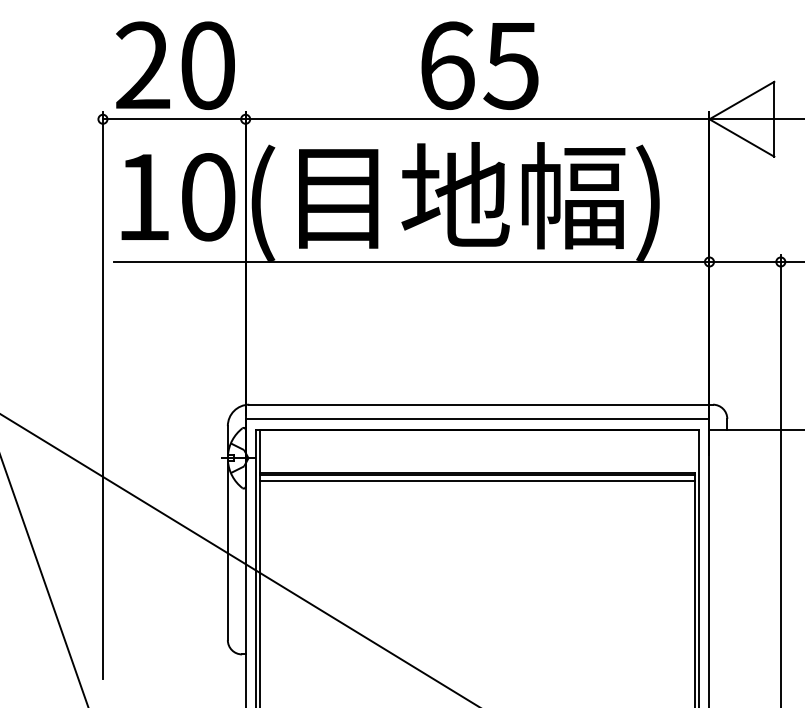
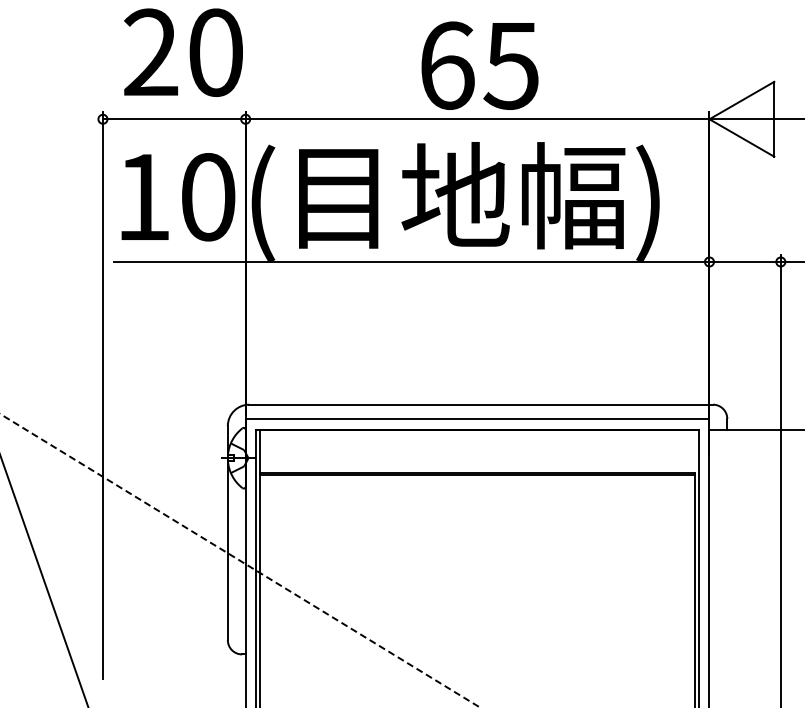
text at (175, 65) position: (175, 65) -> (183, 52)
line at (477, 480): present -> none
line at (240, 560): solid -> dashed
